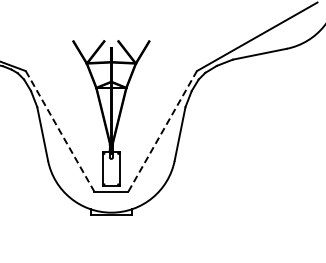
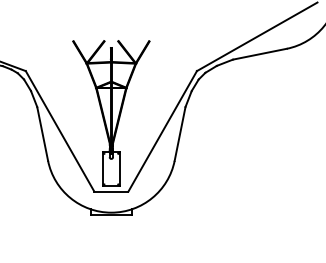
line at (162, 130): dashed -> solid
line at (60, 131): dashed -> solid
